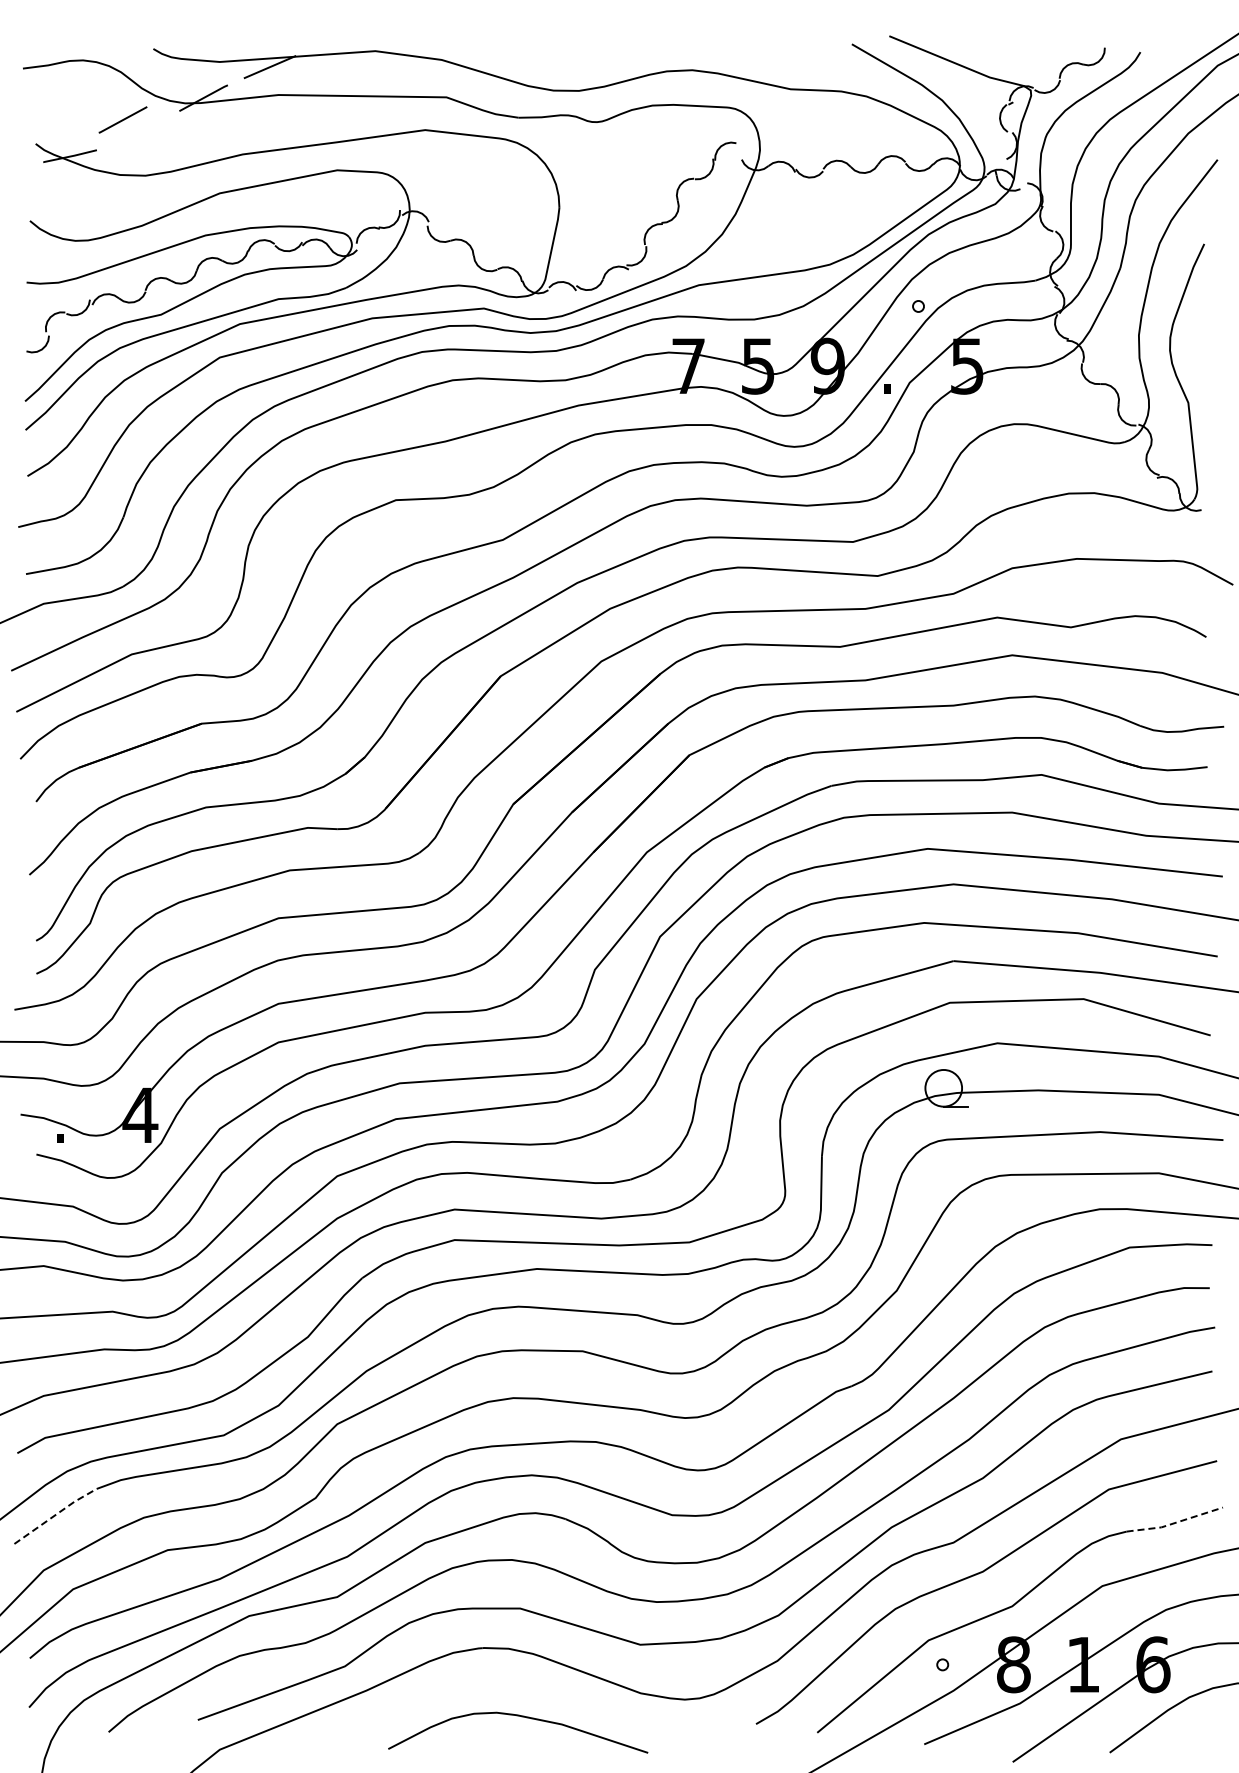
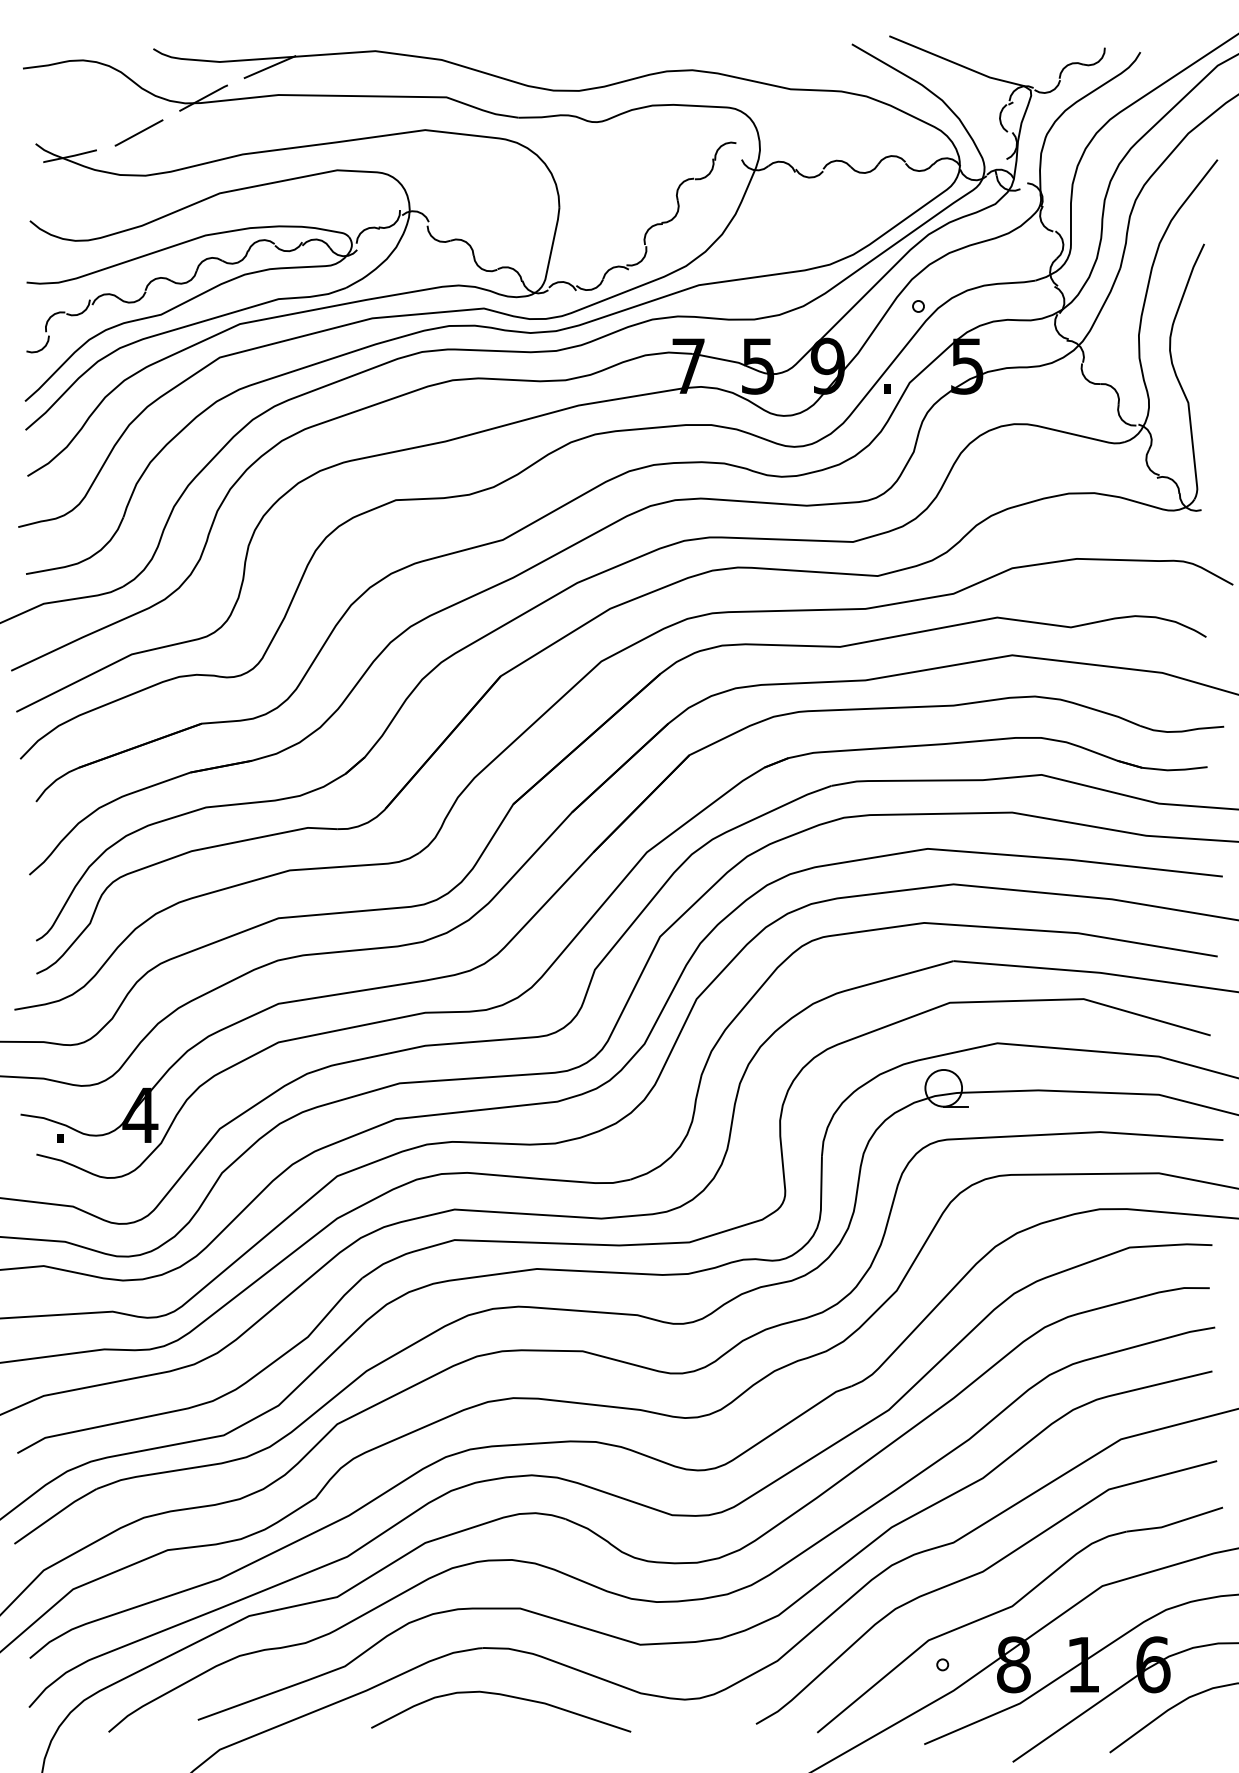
line at (122, 119) position: (122, 119) -> (138, 132)
line at (55, 1514): dashed -> solid
line at (1174, 1523): dashed -> solid
curve at (521, 1717) position: (521, 1717) -> (504, 1696)
